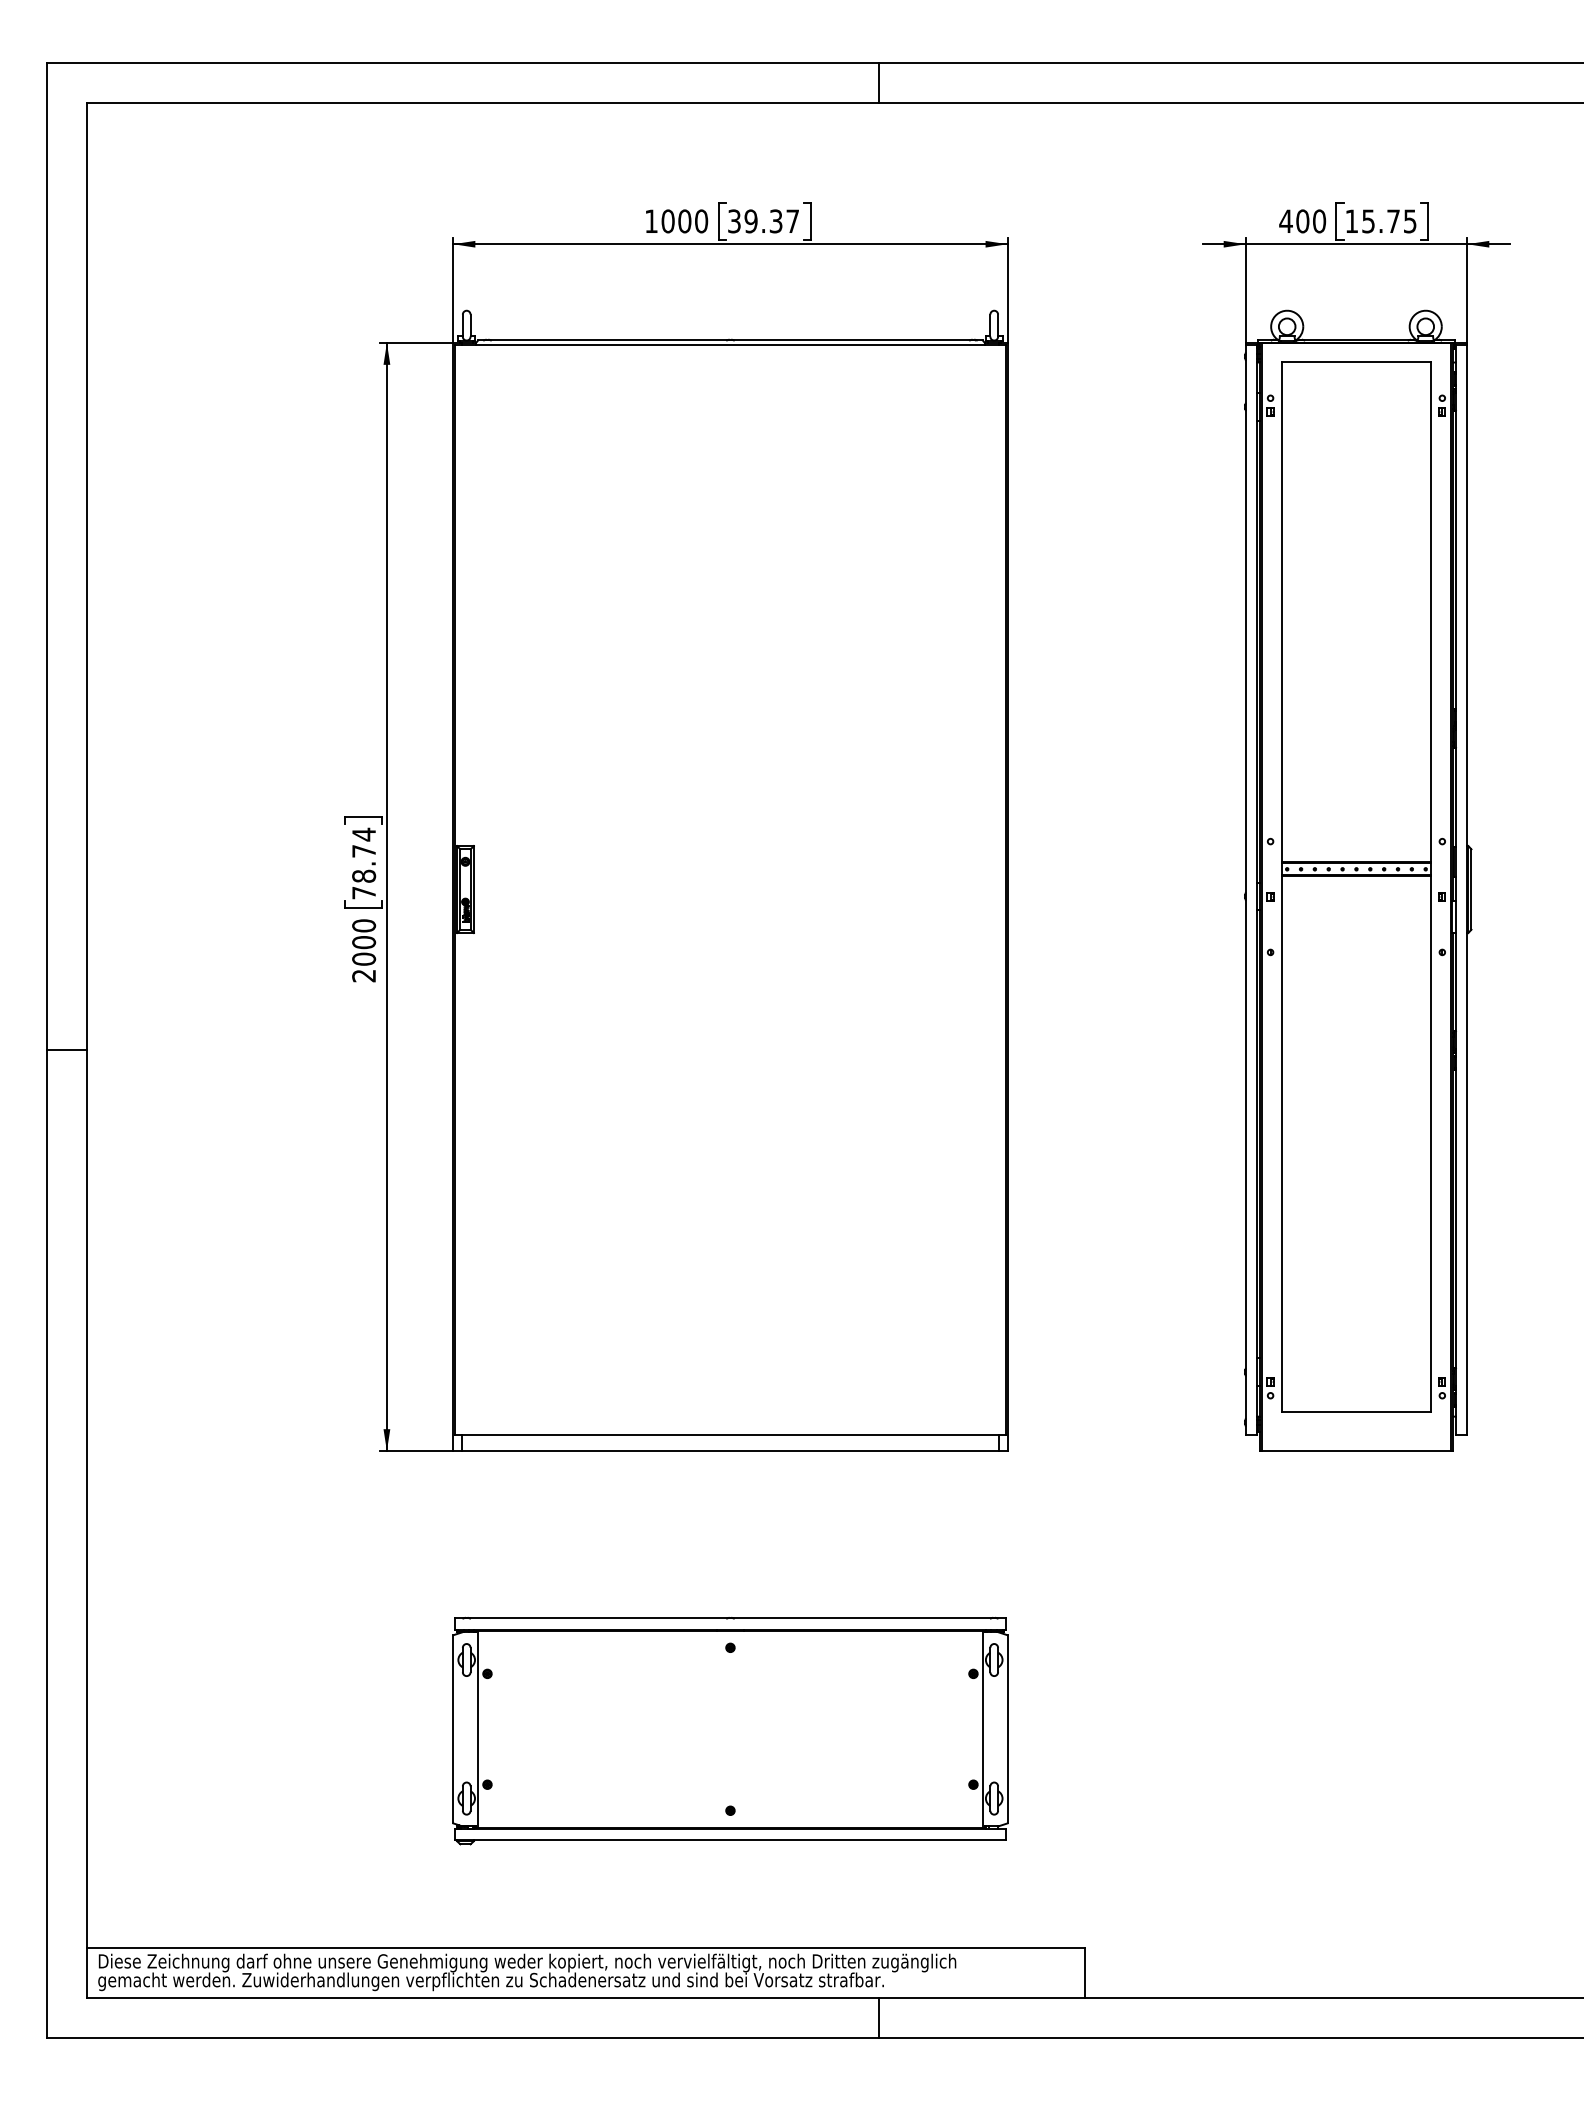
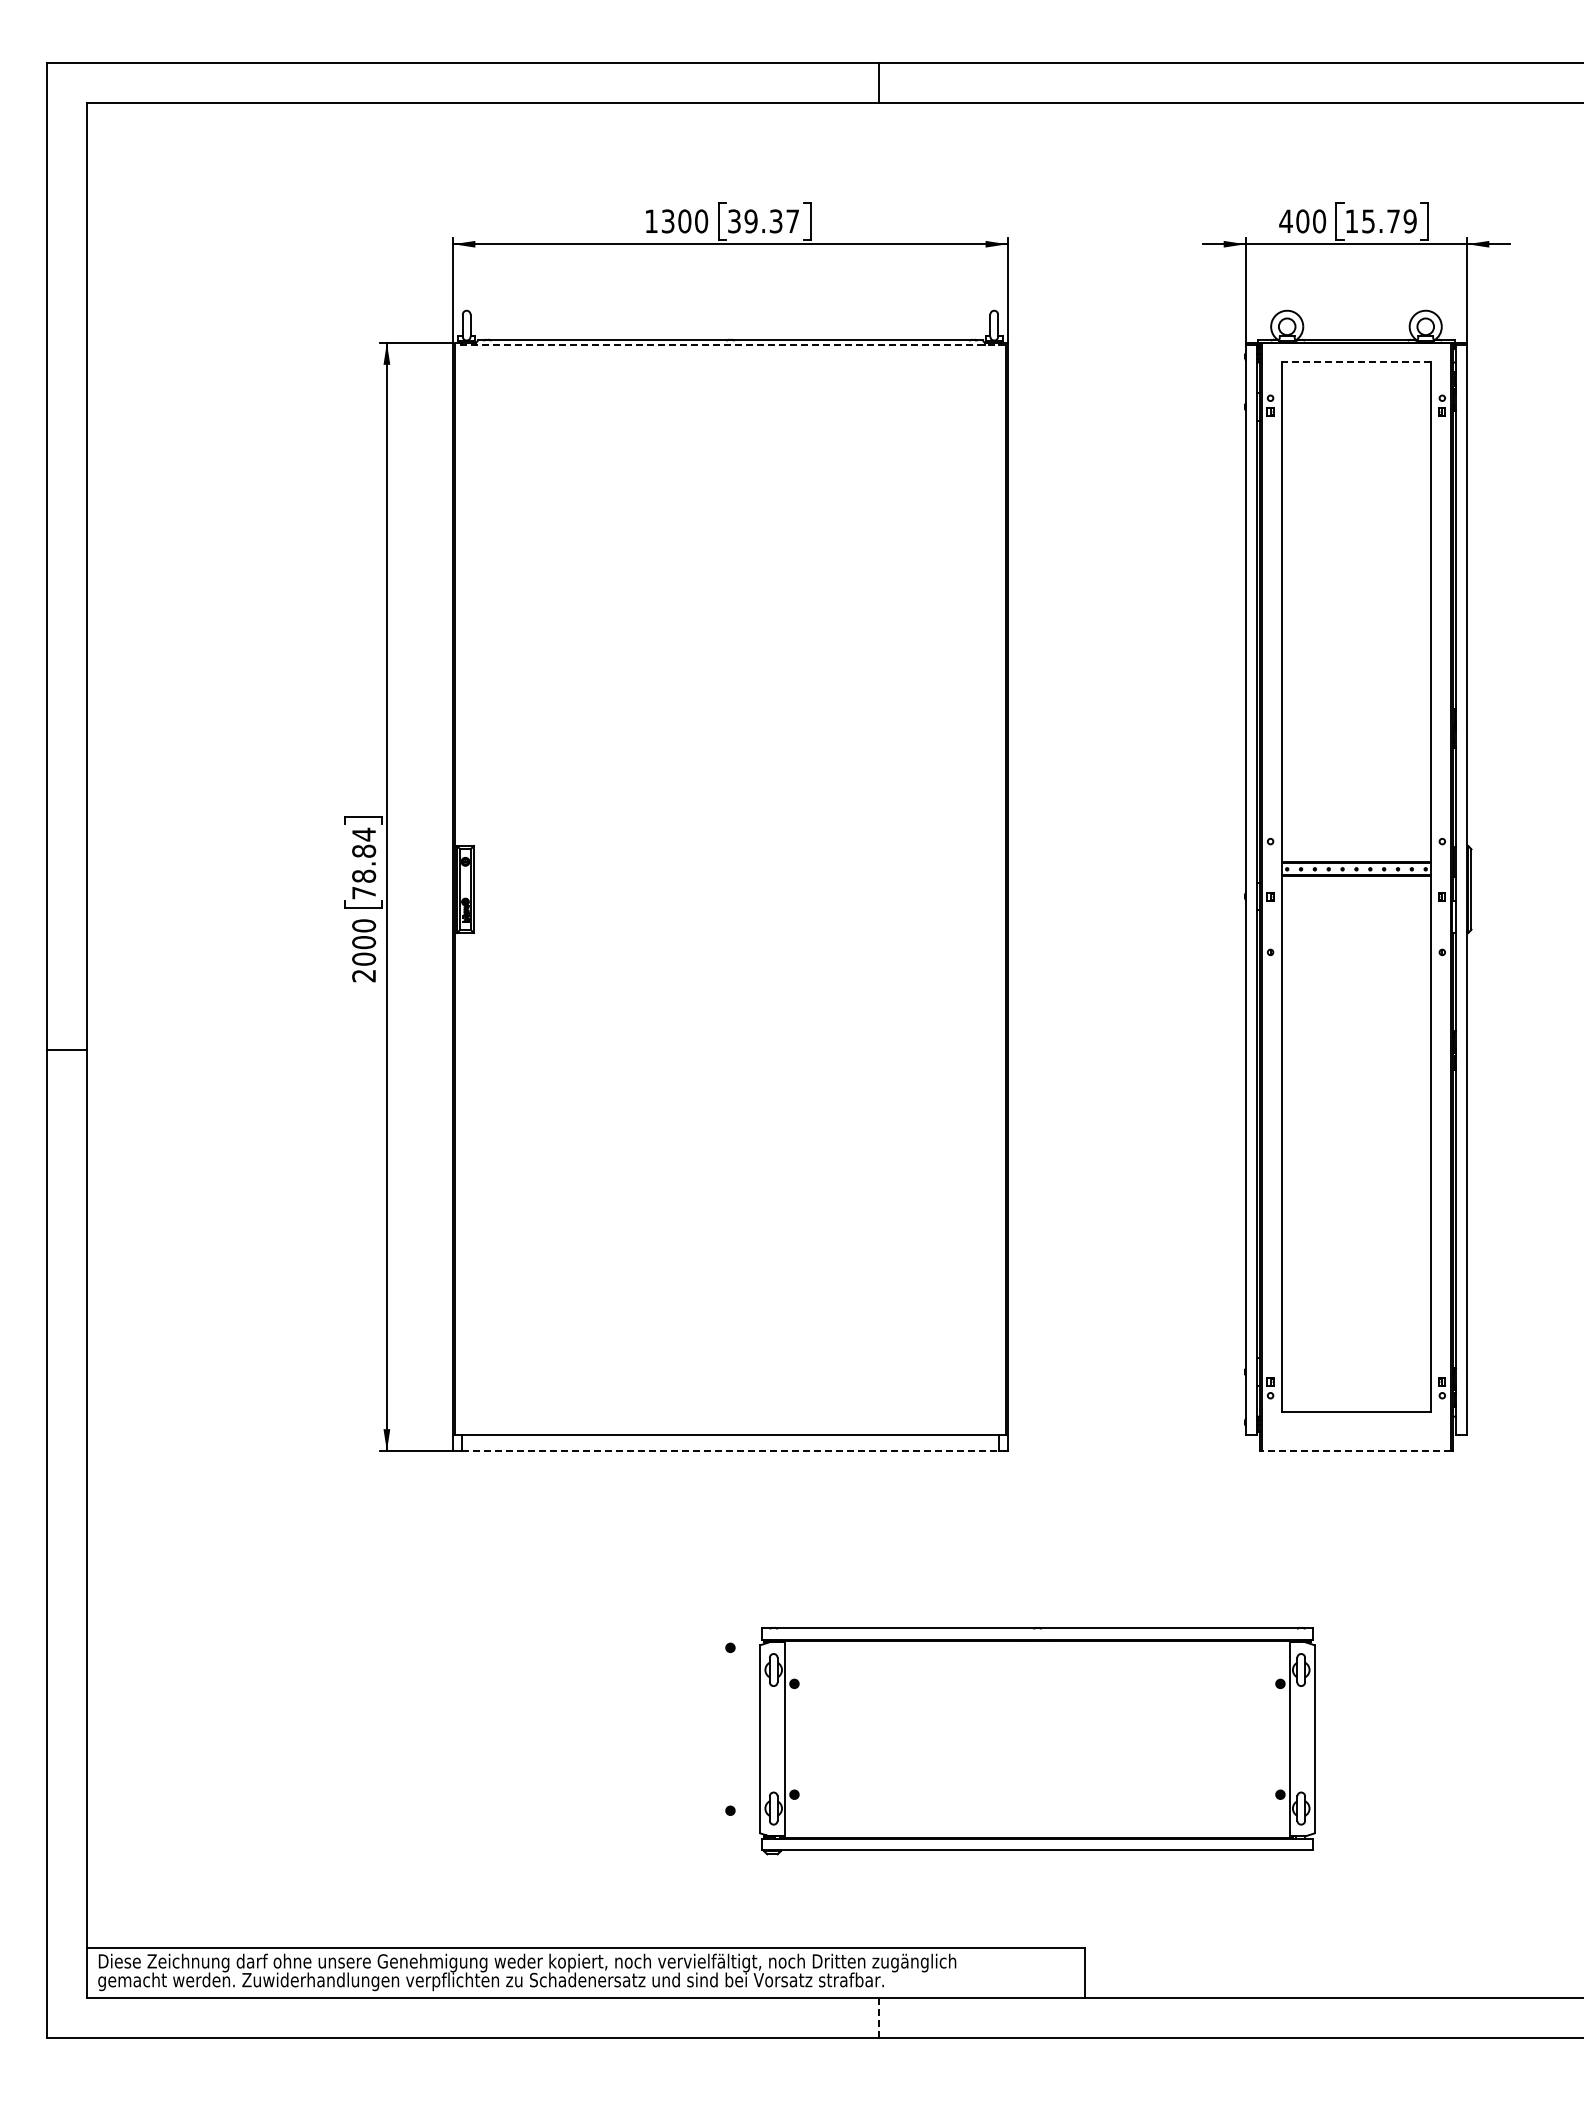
text at (1409, 220): 15.75 -> 15.79
text at (667, 221): 1000 -> 1300
line at (729, 344): solid -> dashed
line at (1356, 362): solid -> dashed
text at (364, 850): 78.74 -> 78.84
line at (730, 1451): solid -> dashed
line at (1355, 1451): solid -> dashed
part at (730, 1731) position: (730, 1731) -> (1037, 1741)
line at (878, 2018): solid -> dashed
